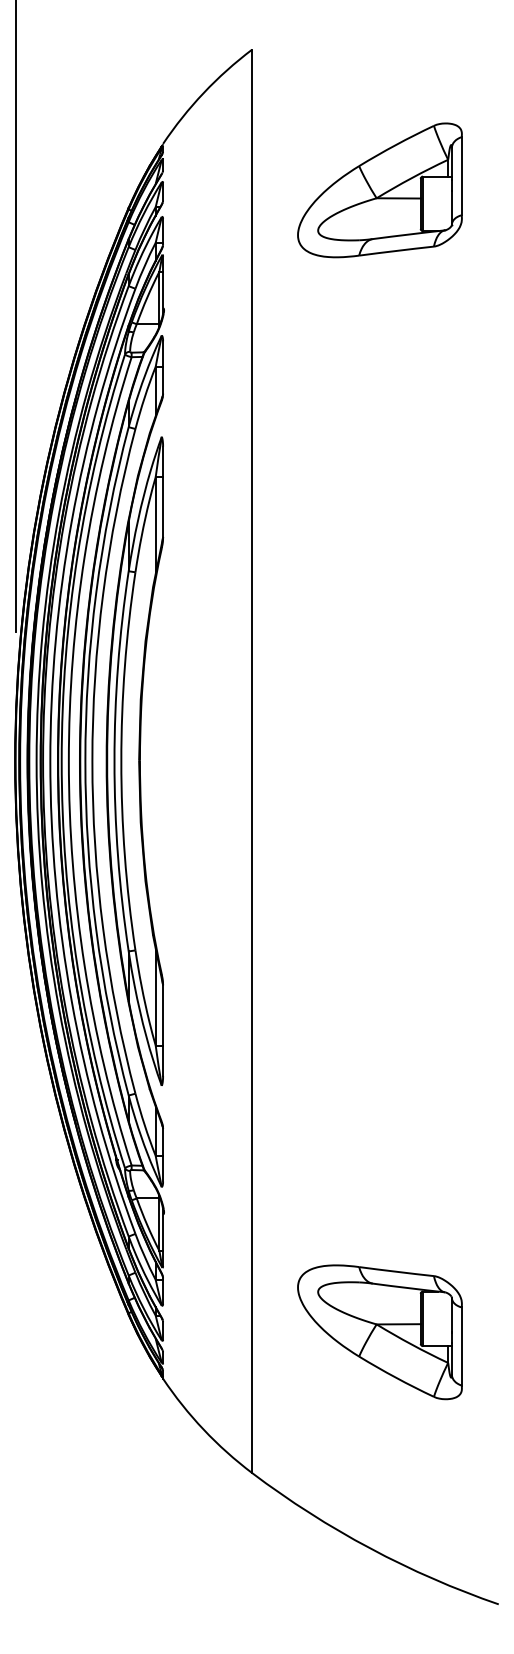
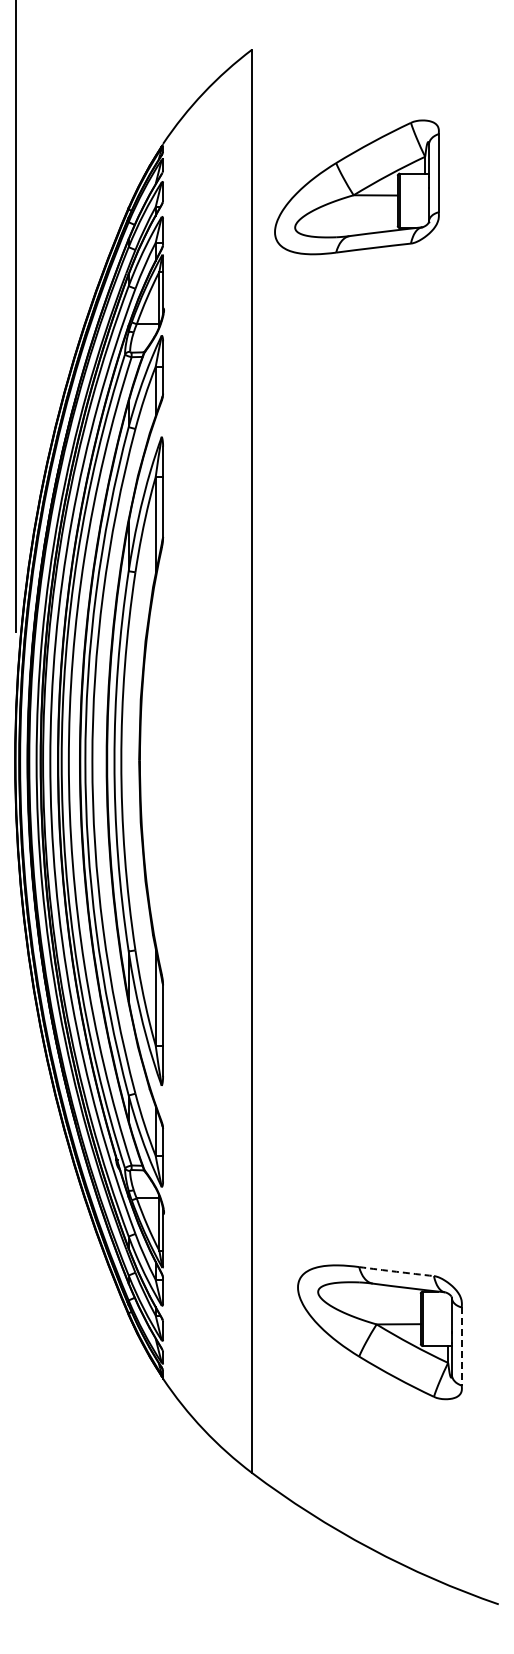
part at (379, 190) position: (379, 190) -> (356, 187)
arc at (396, 1271): solid -> dashed
line at (461, 1346): solid -> dashed
